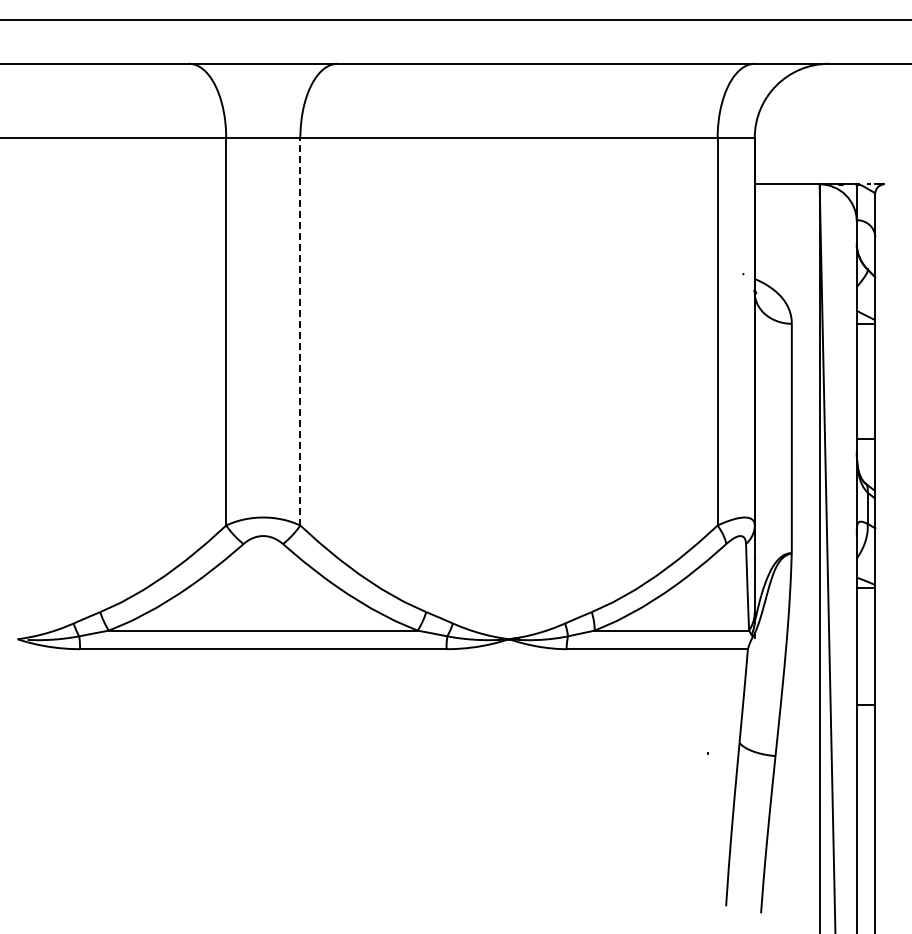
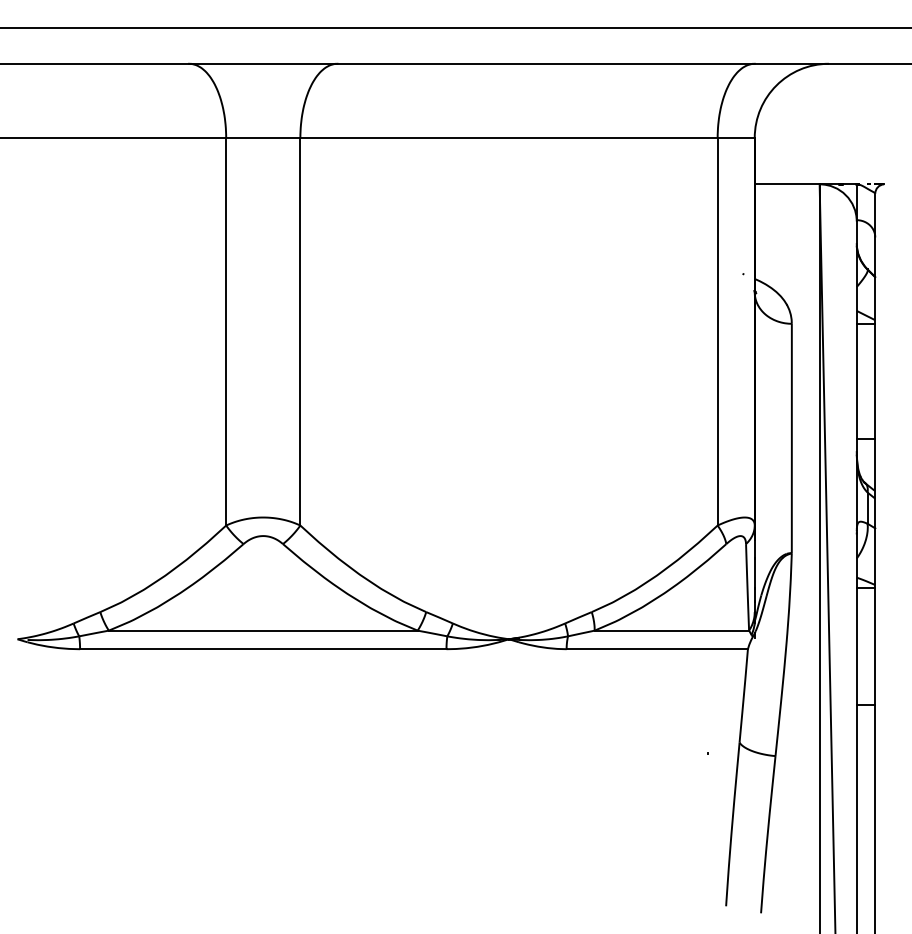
line at (455, 20) position: (455, 20) -> (455, 28)
line at (300, 331): dashed -> solid
